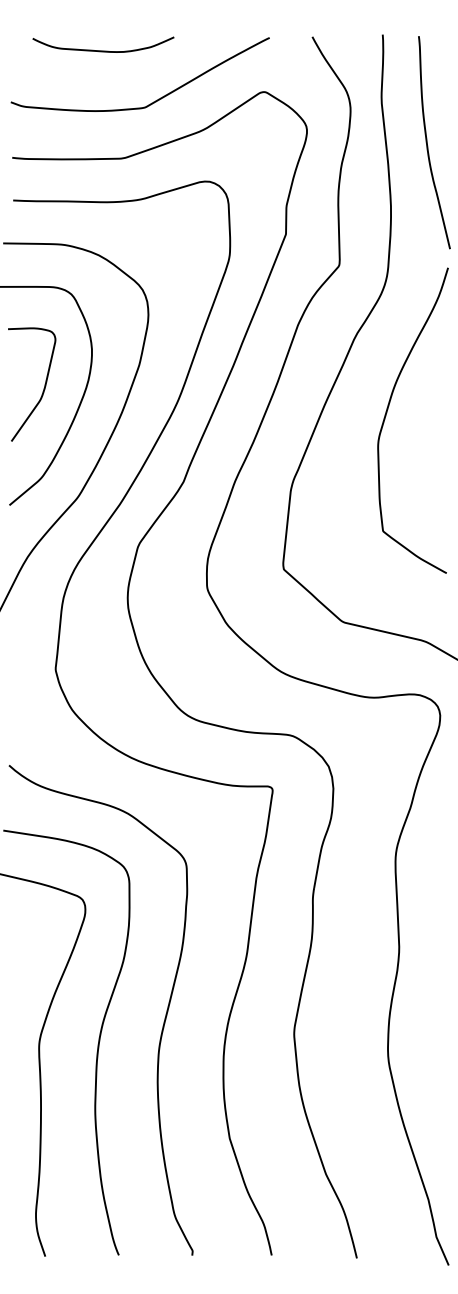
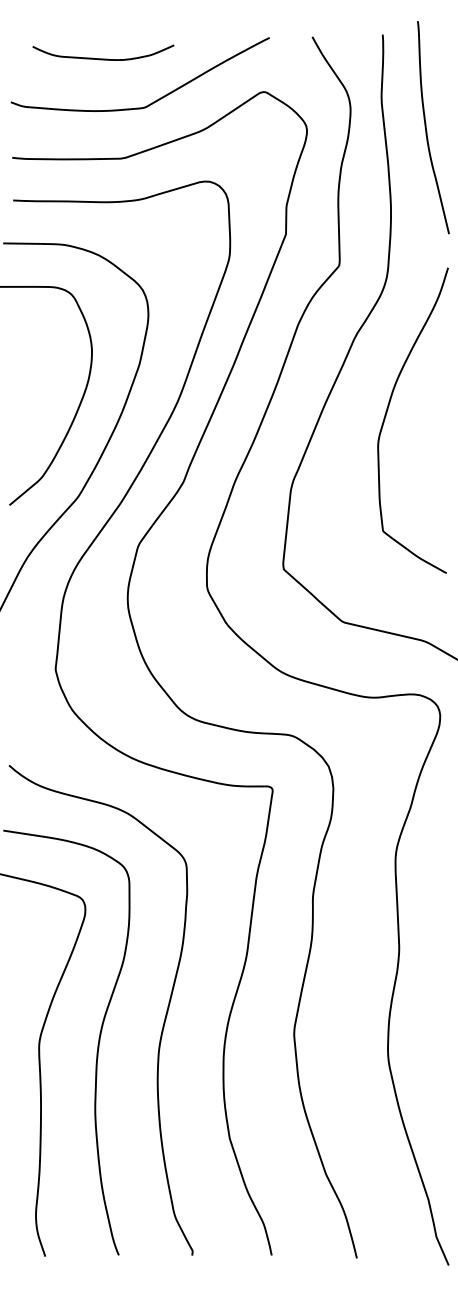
curve at (103, 50) position: (103, 50) -> (103, 58)
curve at (428, 145) position: (428, 145) -> (427, 130)
curve at (43, 388): present -> none
